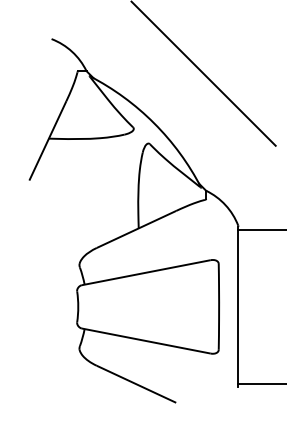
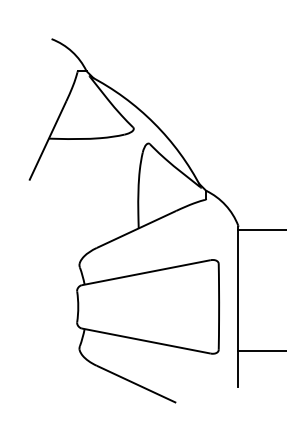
line at (203, 73): present -> none
line at (260, 384) position: (260, 384) -> (260, 351)
